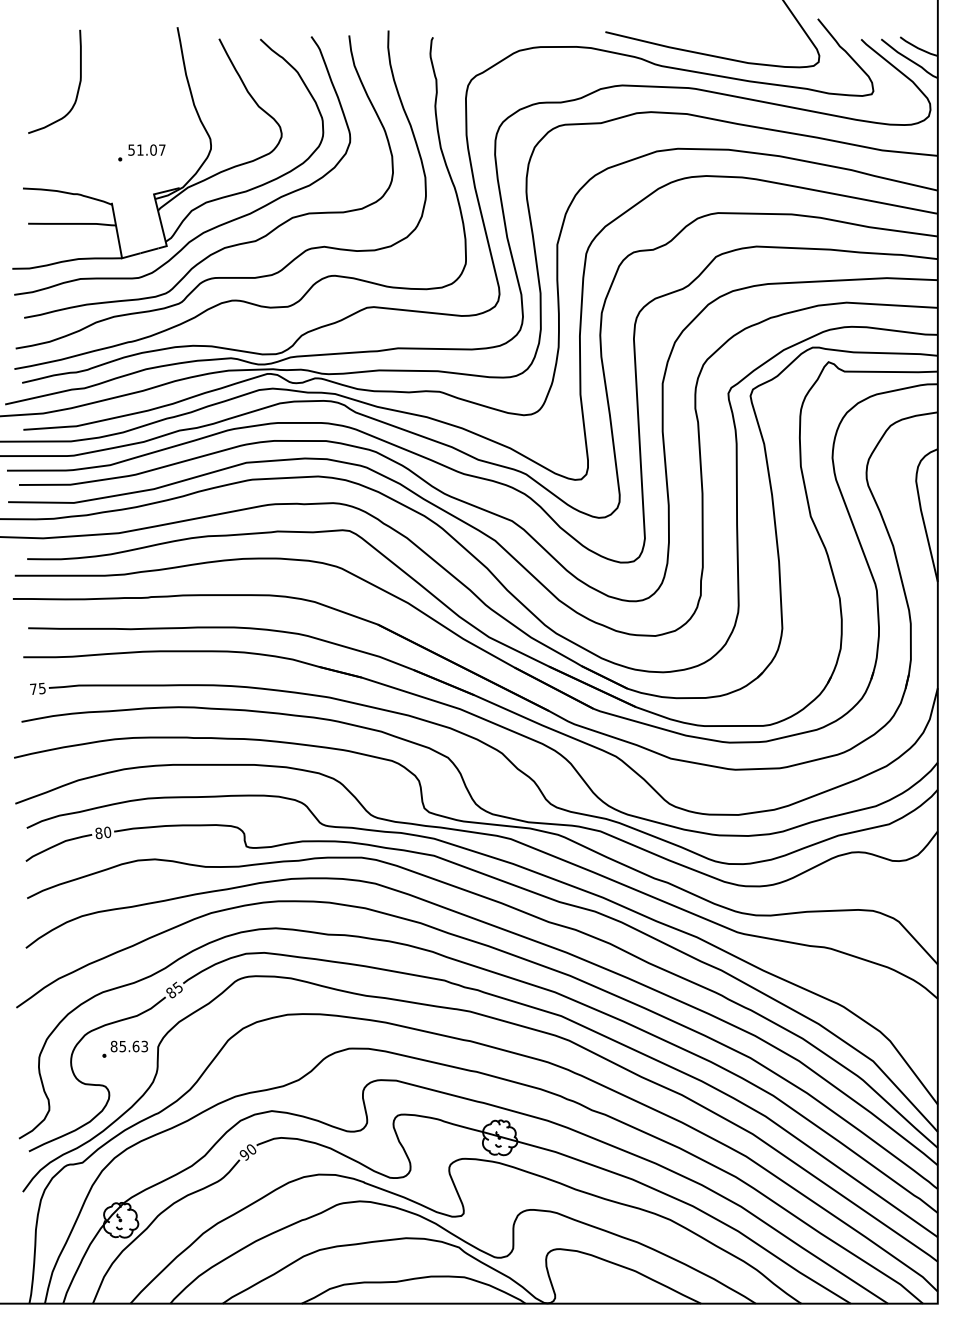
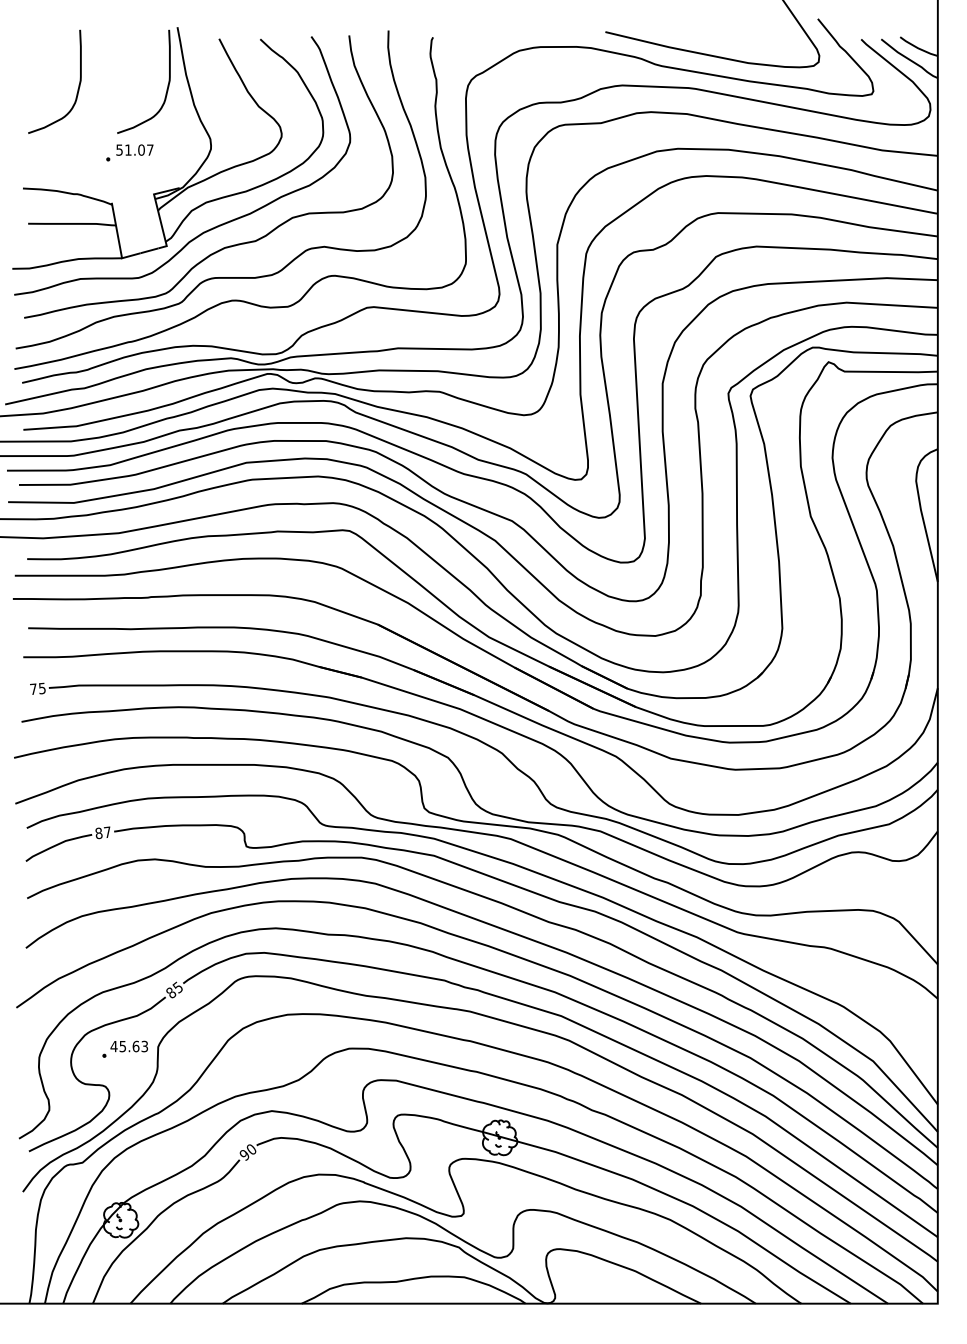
curve at (167, 84): none -> present
part at (141, 152) position: (141, 152) -> (129, 152)
text at (107, 831): 80 -> 87
text at (113, 1046): 85.63 -> 45.63
